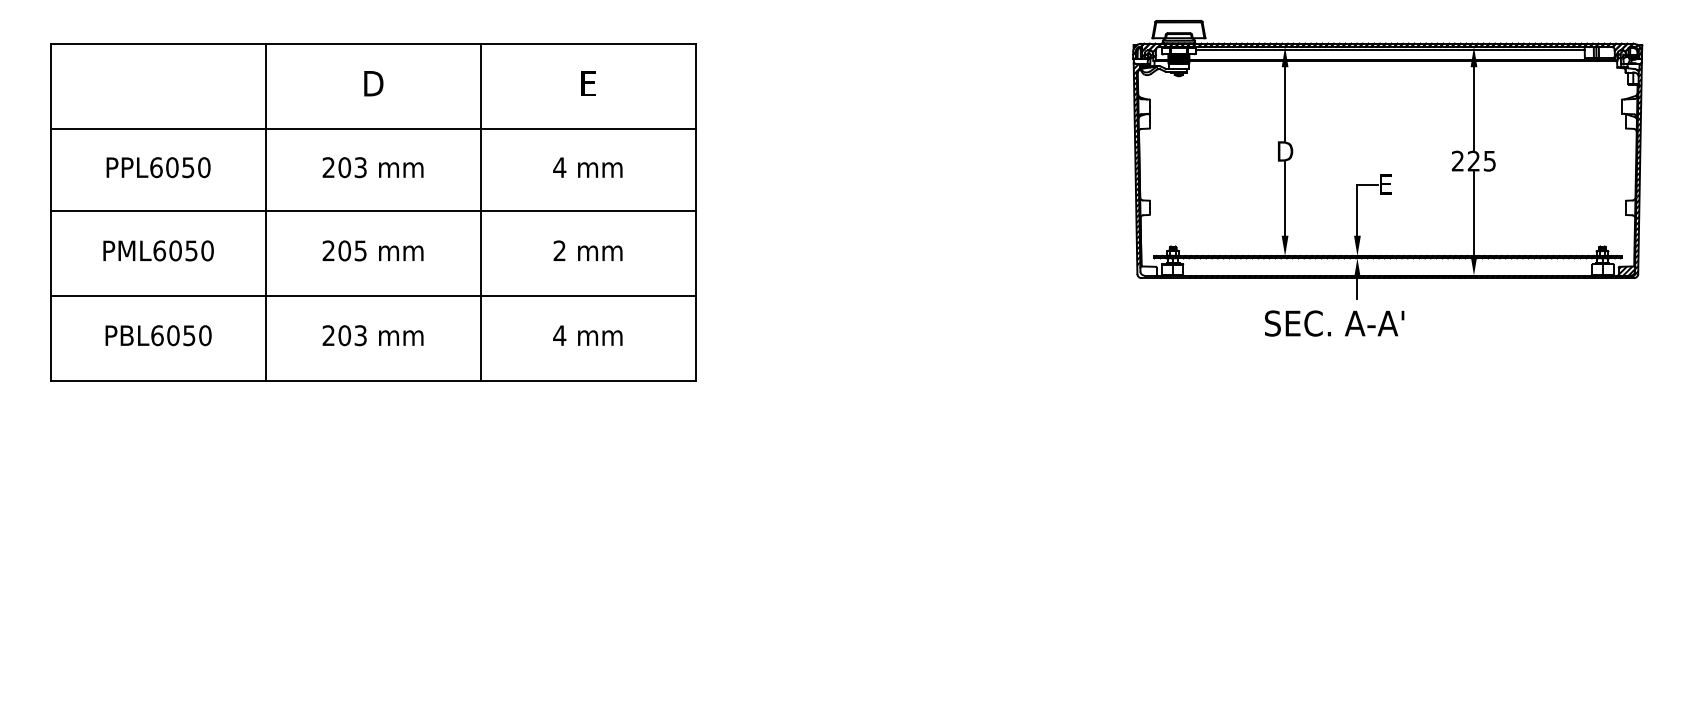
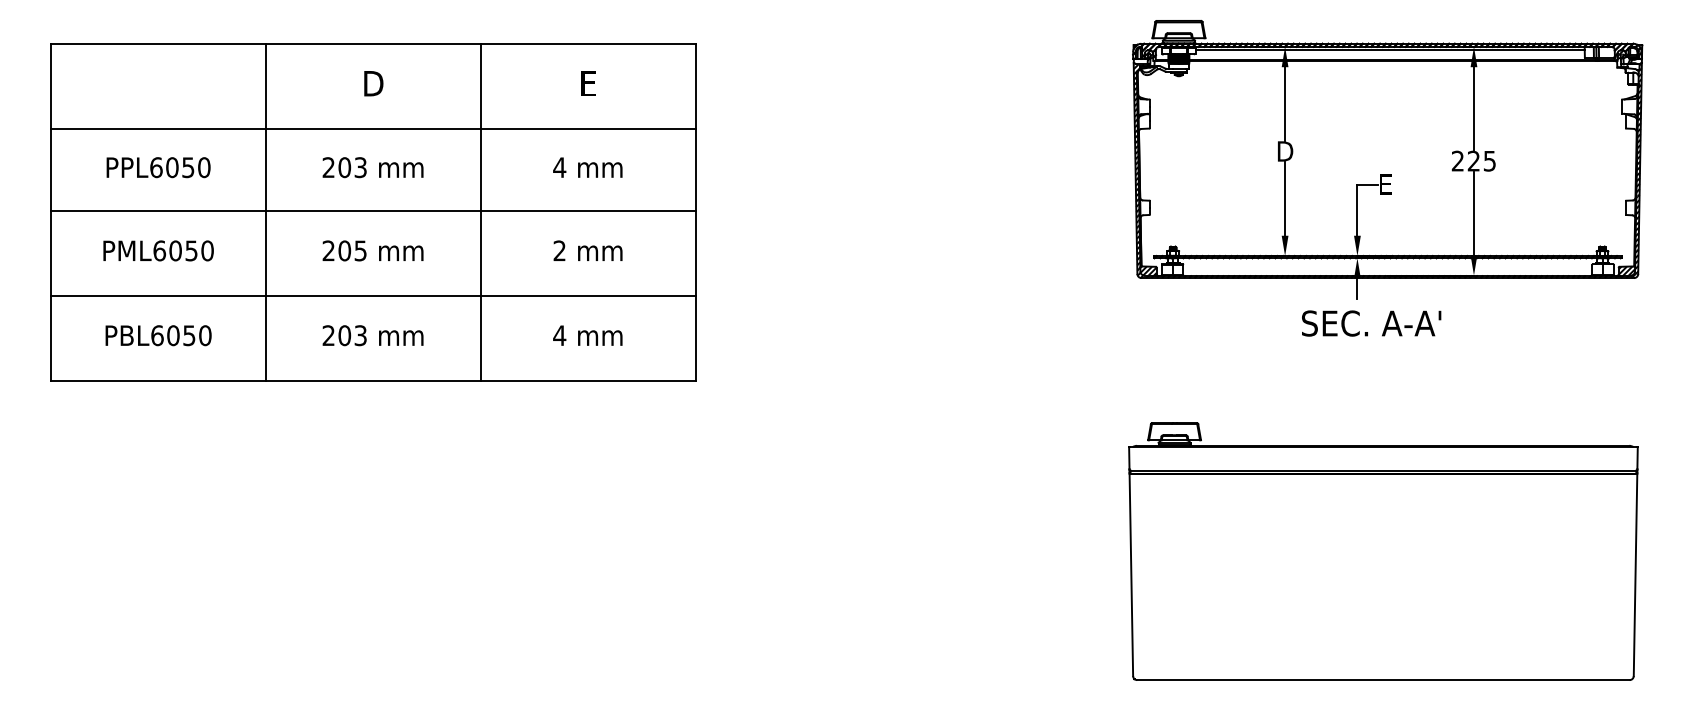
hatch at (1161, 272): none -> present
text at (1334, 323) position: (1334, 323) -> (1371, 323)
part at (1383, 551): none -> present
